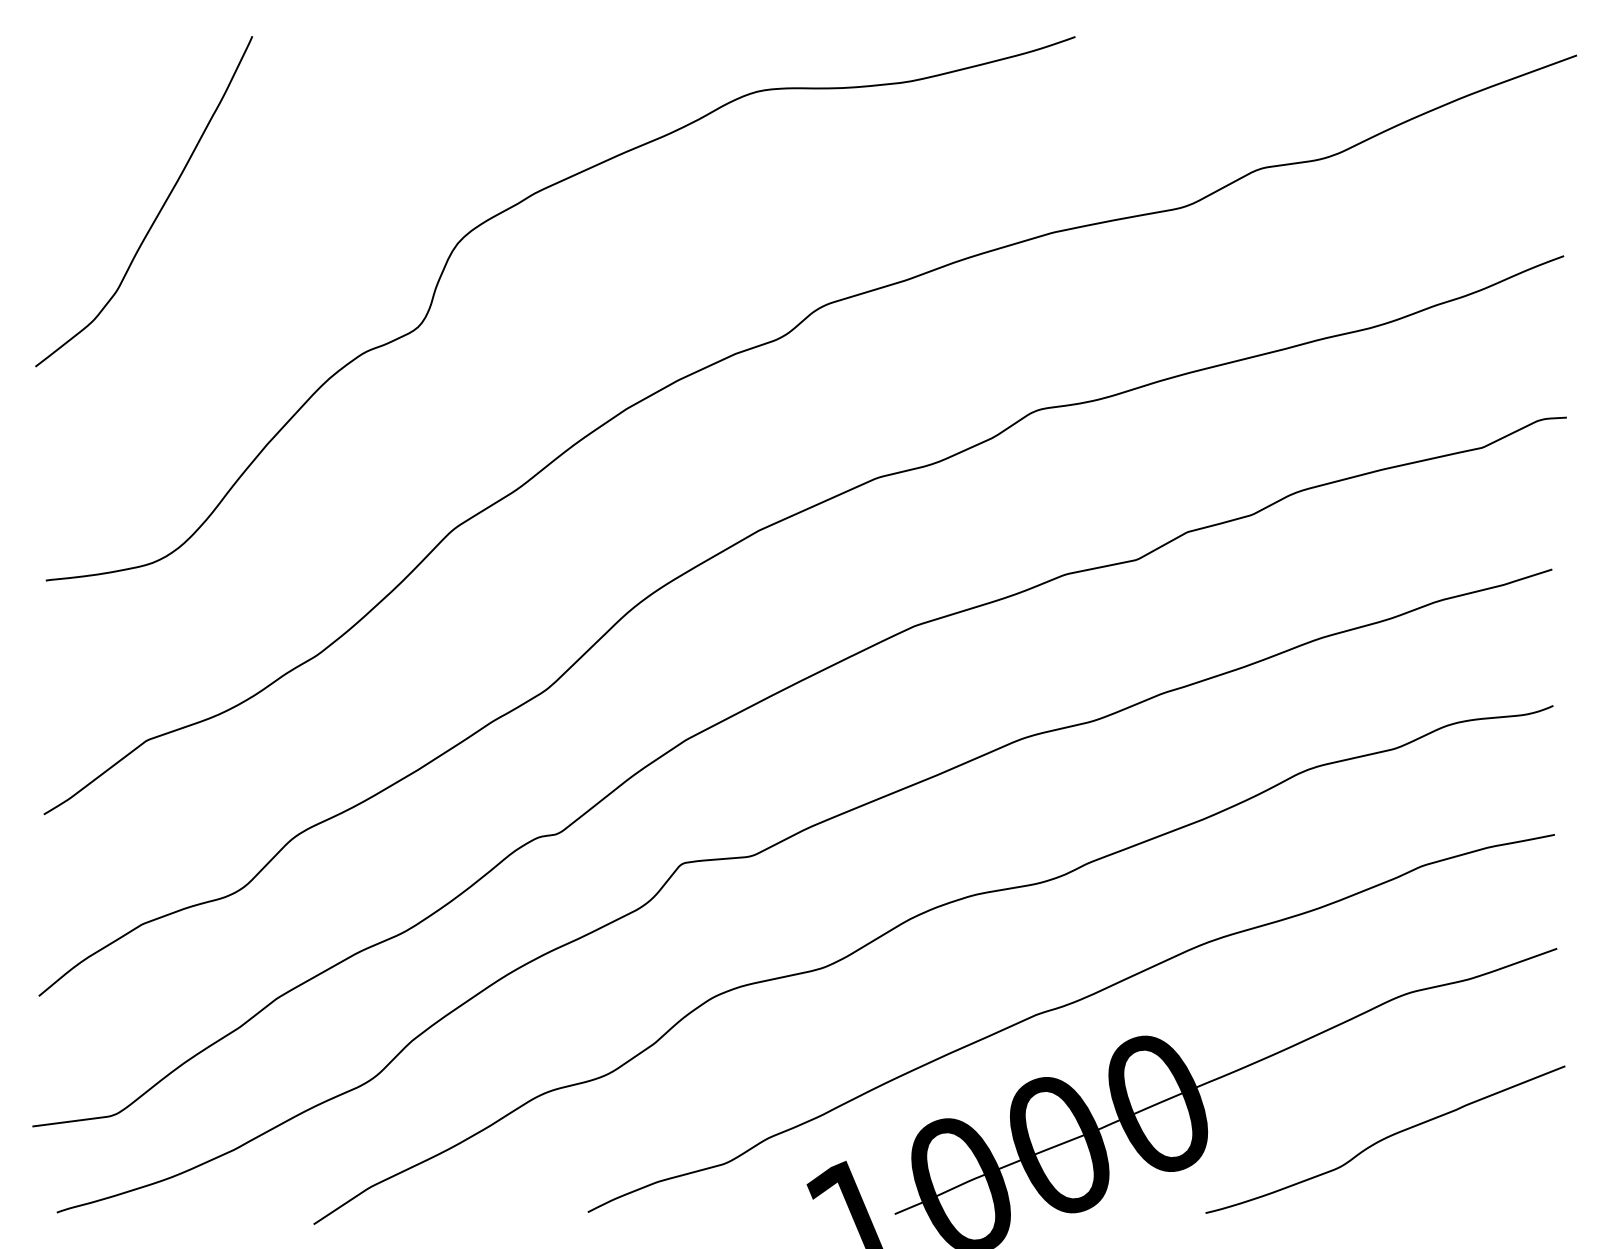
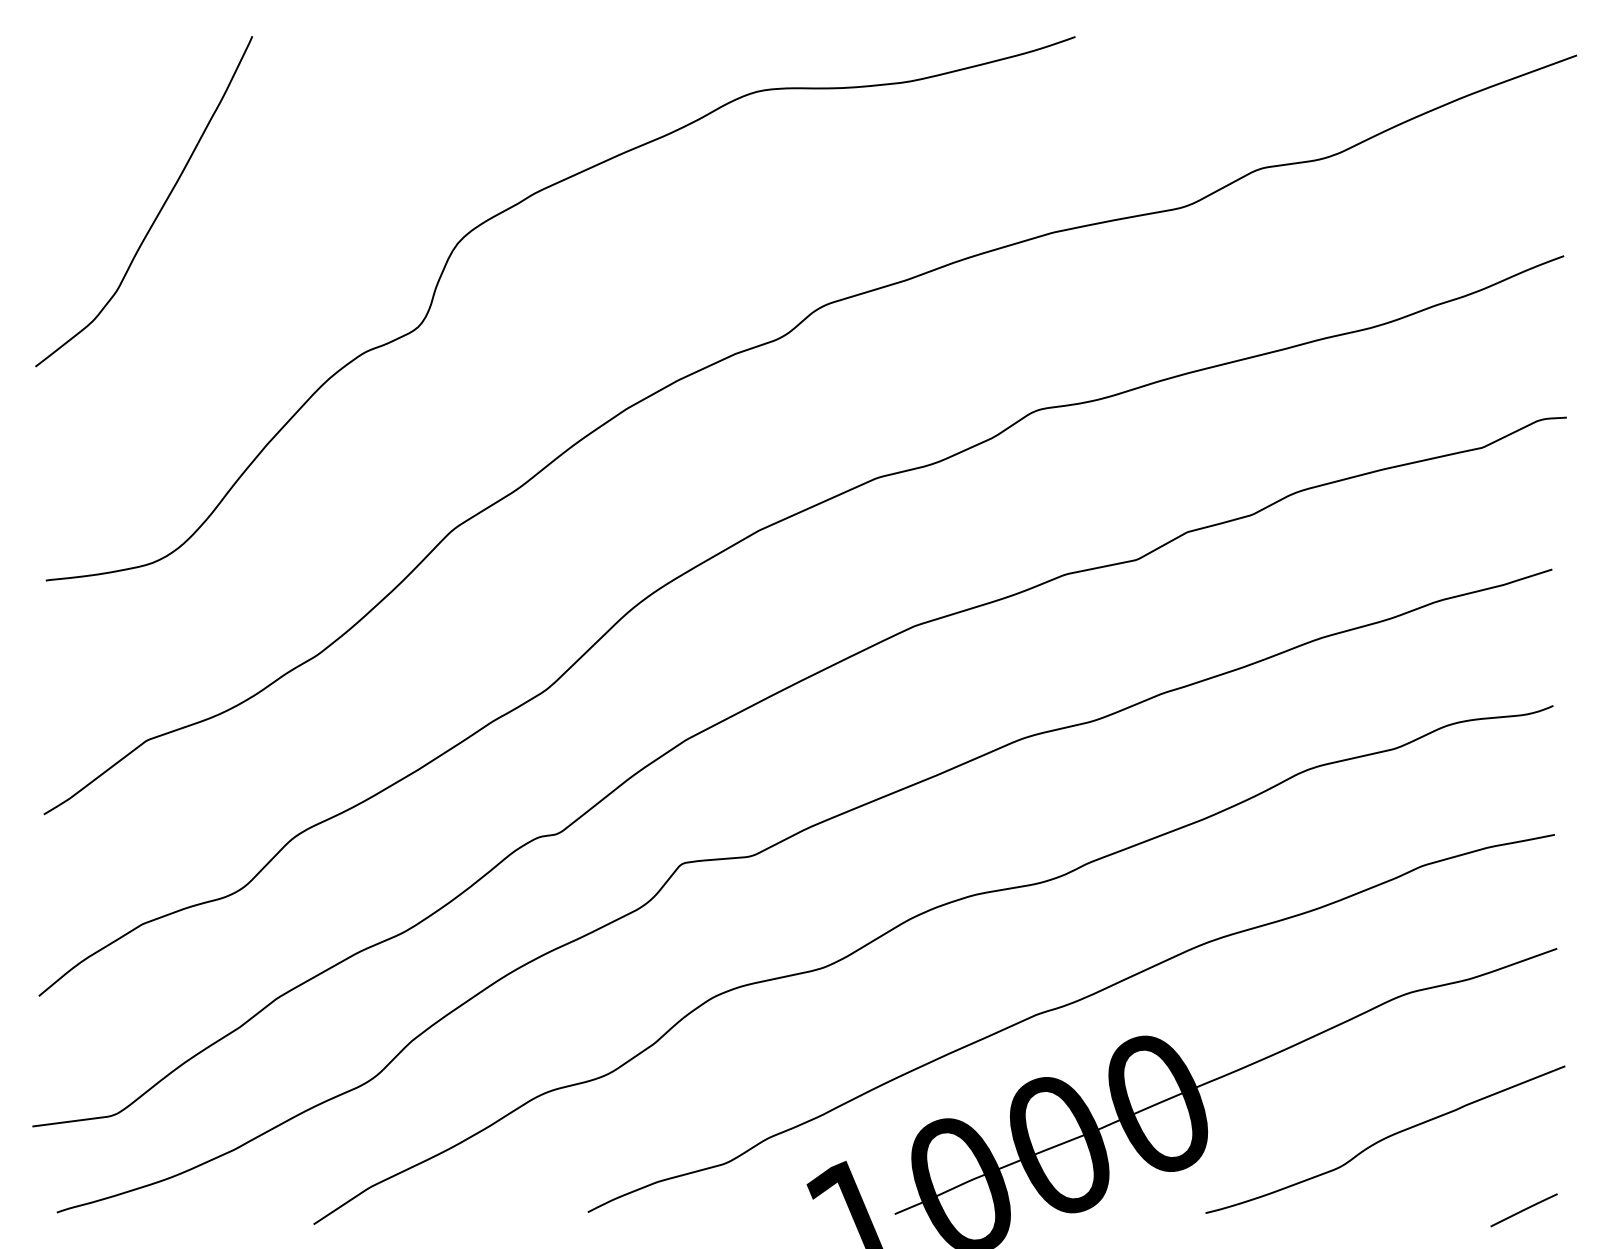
line at (1523, 1210): none -> present
